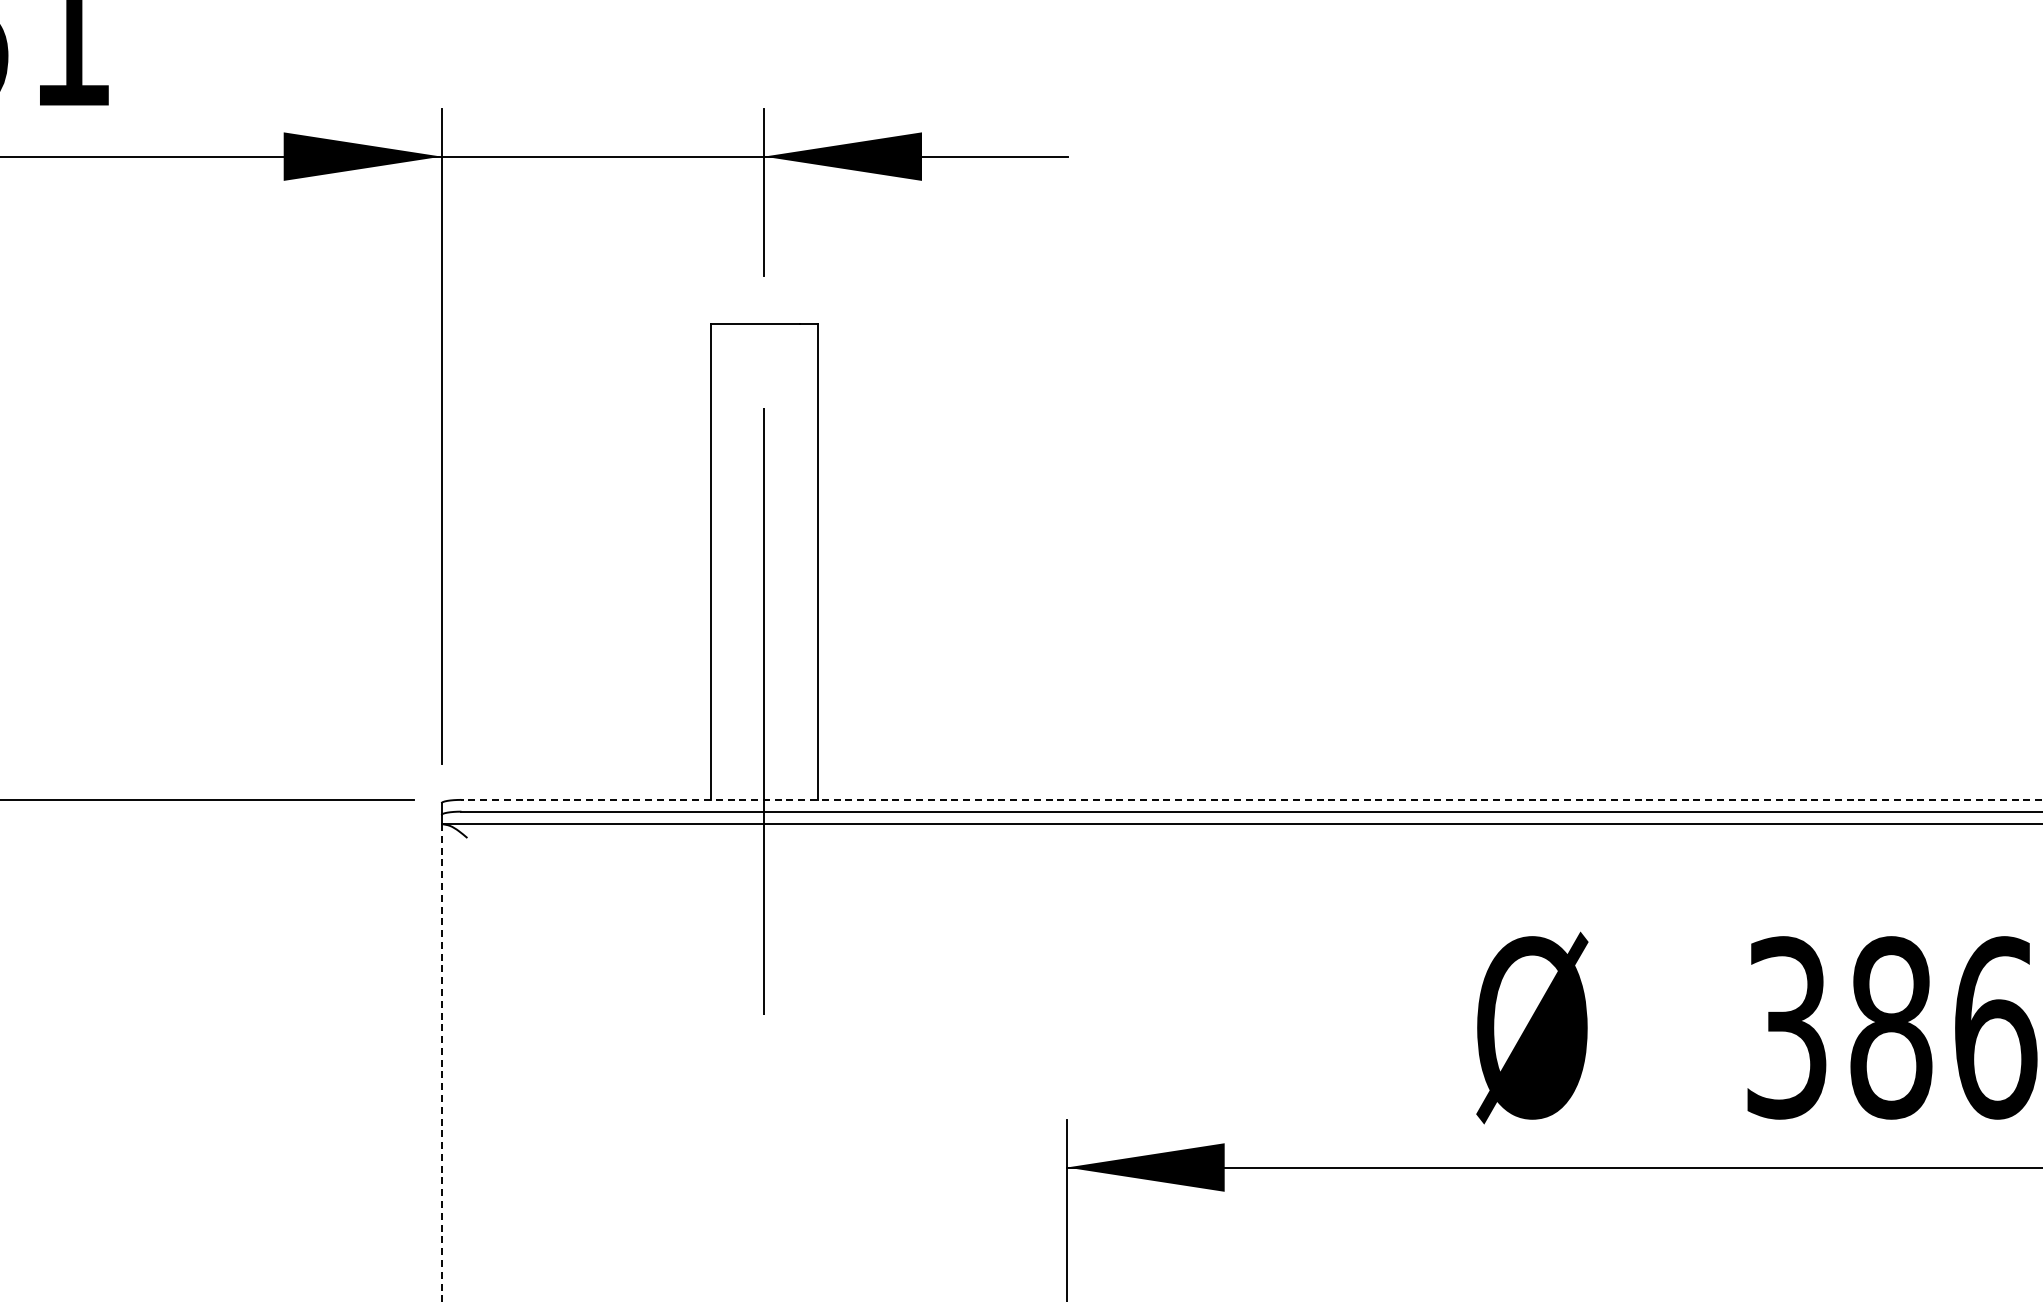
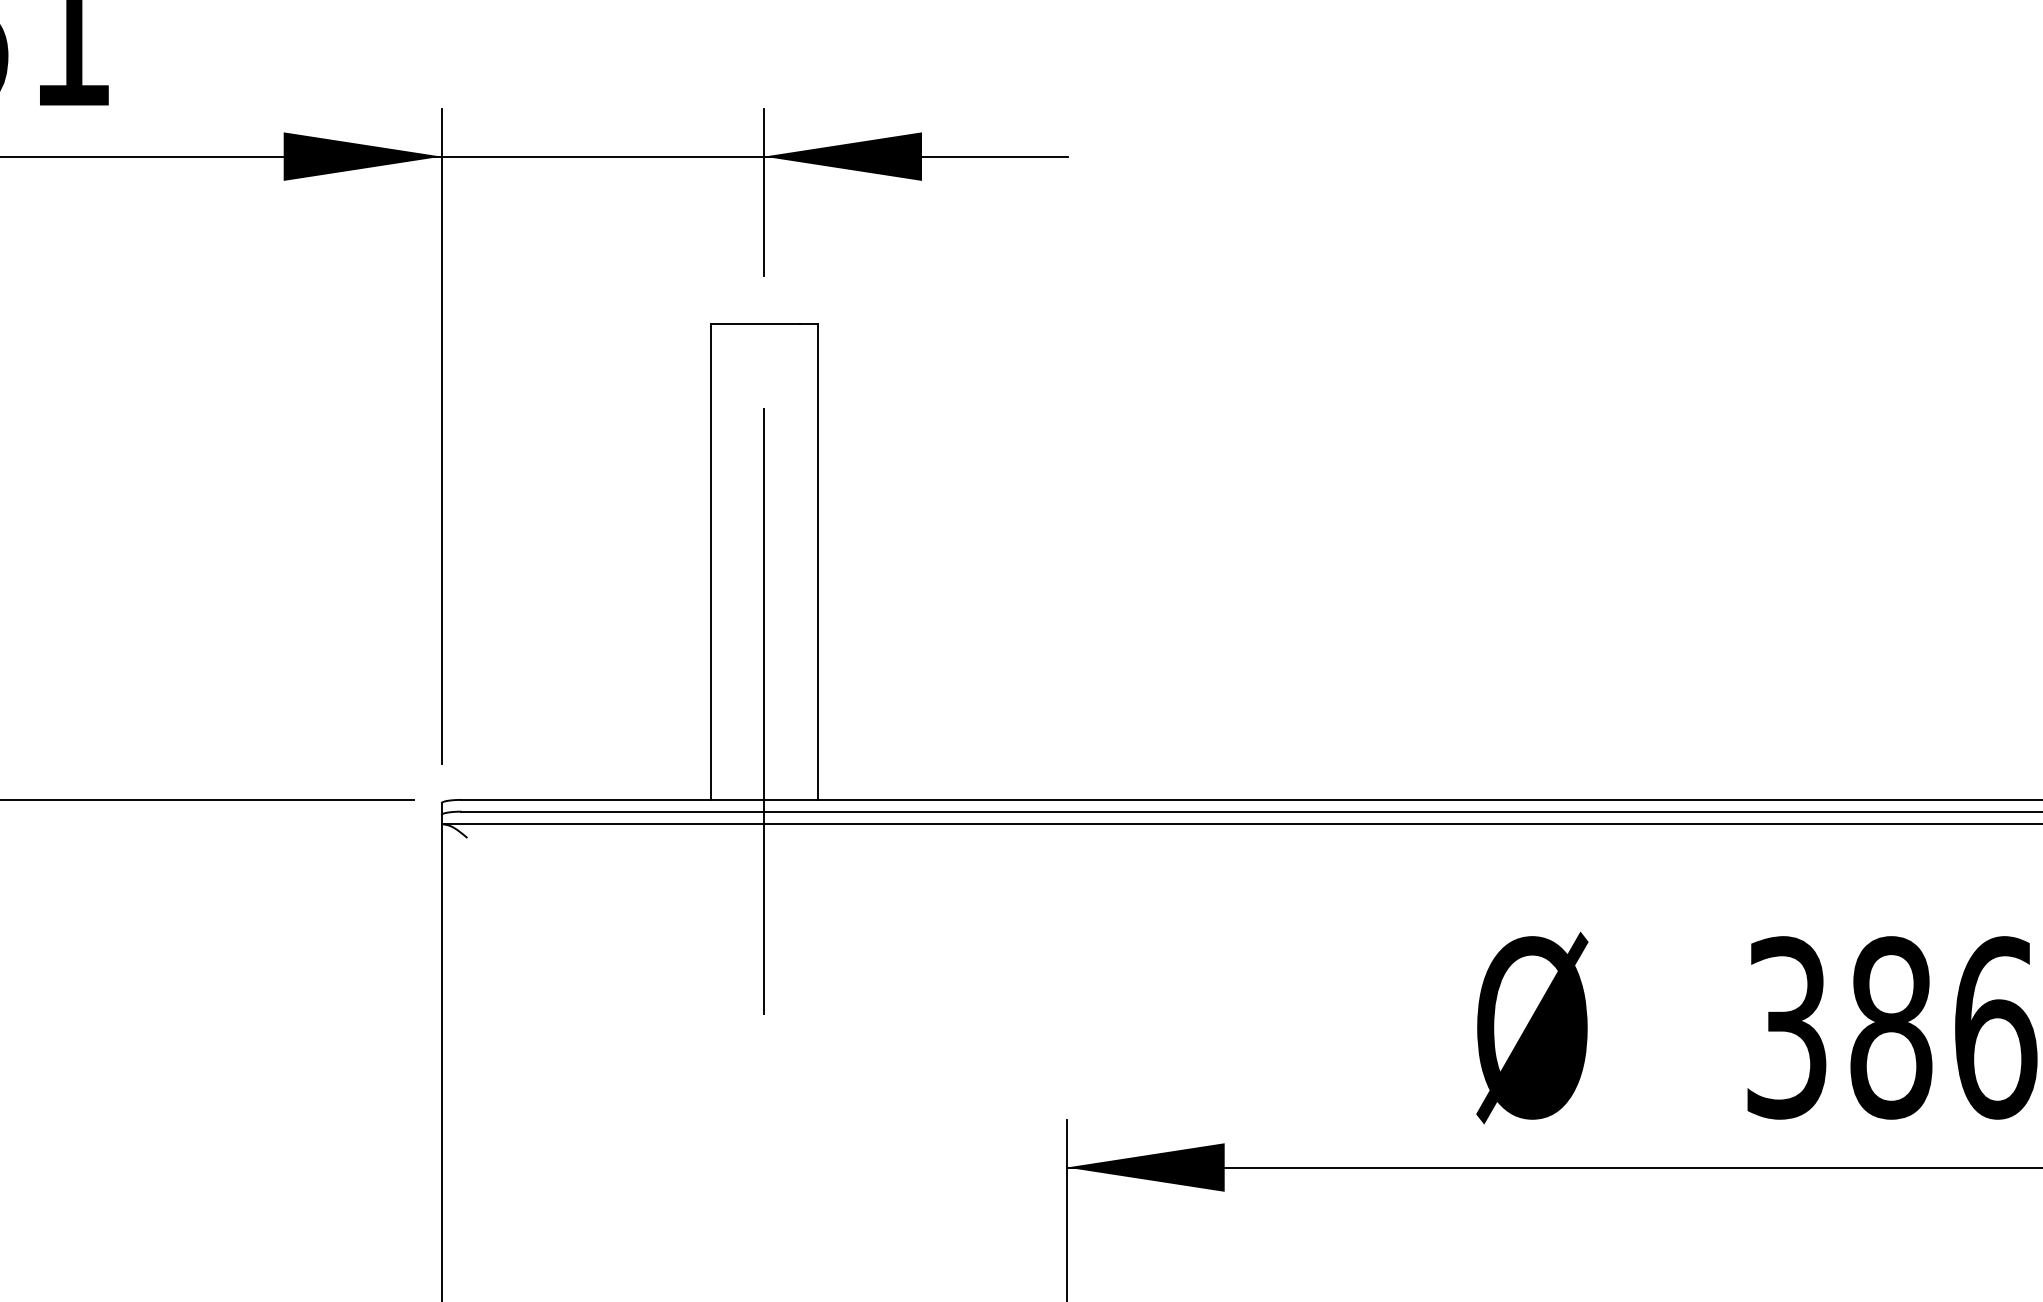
line at (1251, 799): dashed -> solid
line at (441, 1063): dashed -> solid
